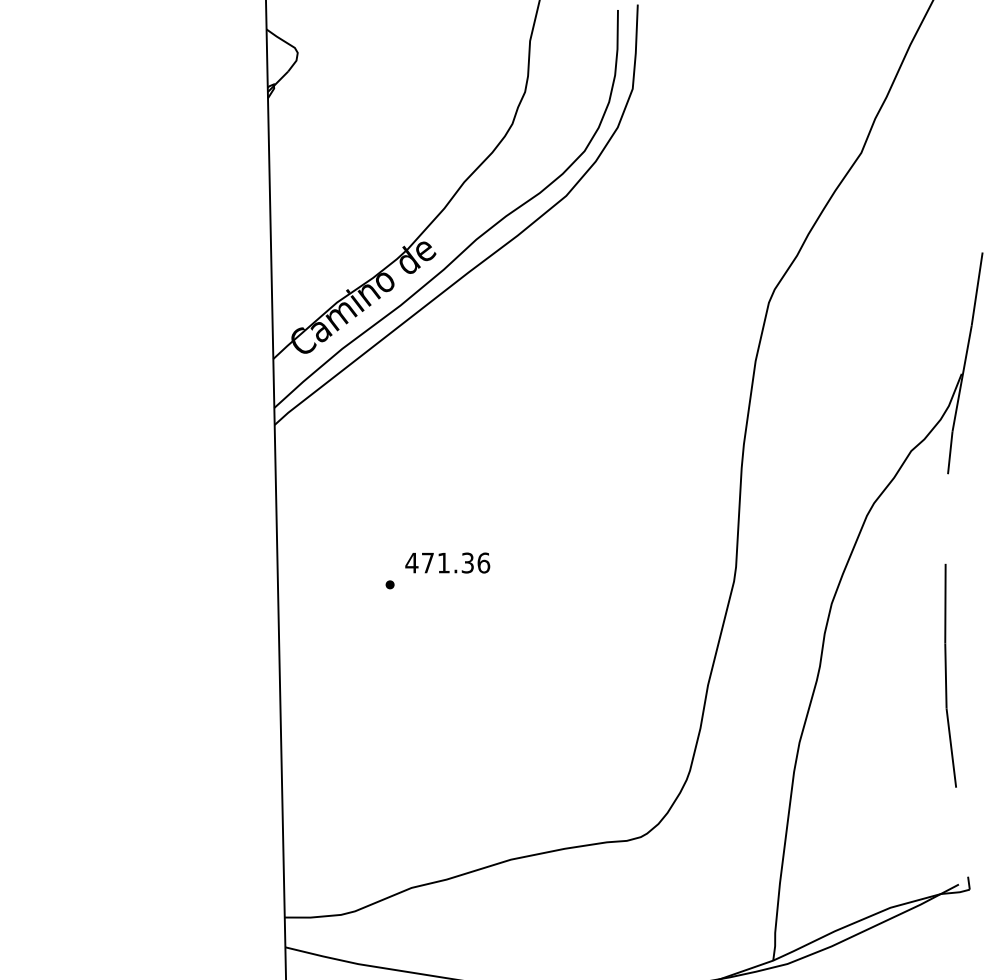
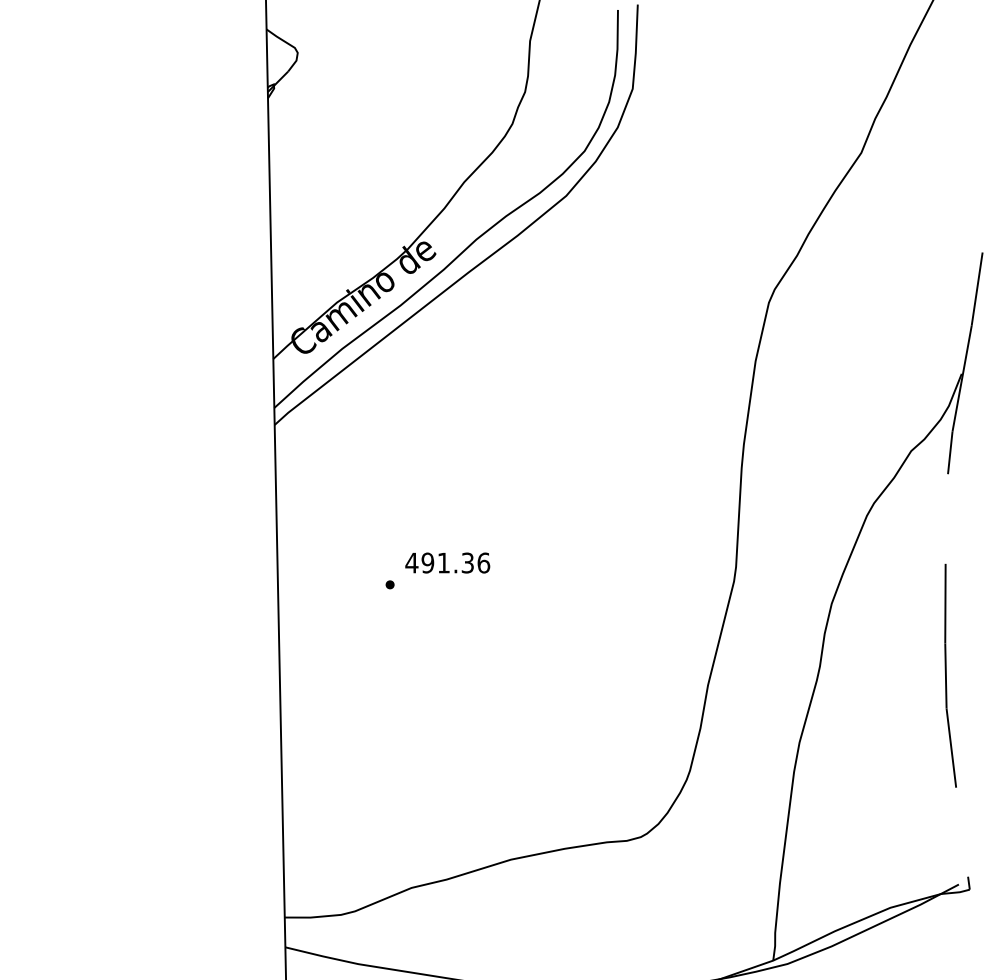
text at (427, 562): 471.36 -> 491.36
